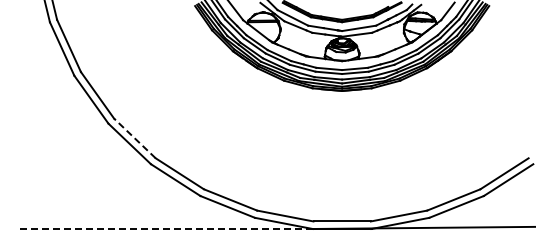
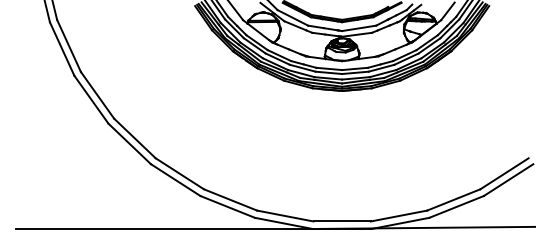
line at (134, 138): dashed -> solid
line at (163, 228): dashed -> solid
